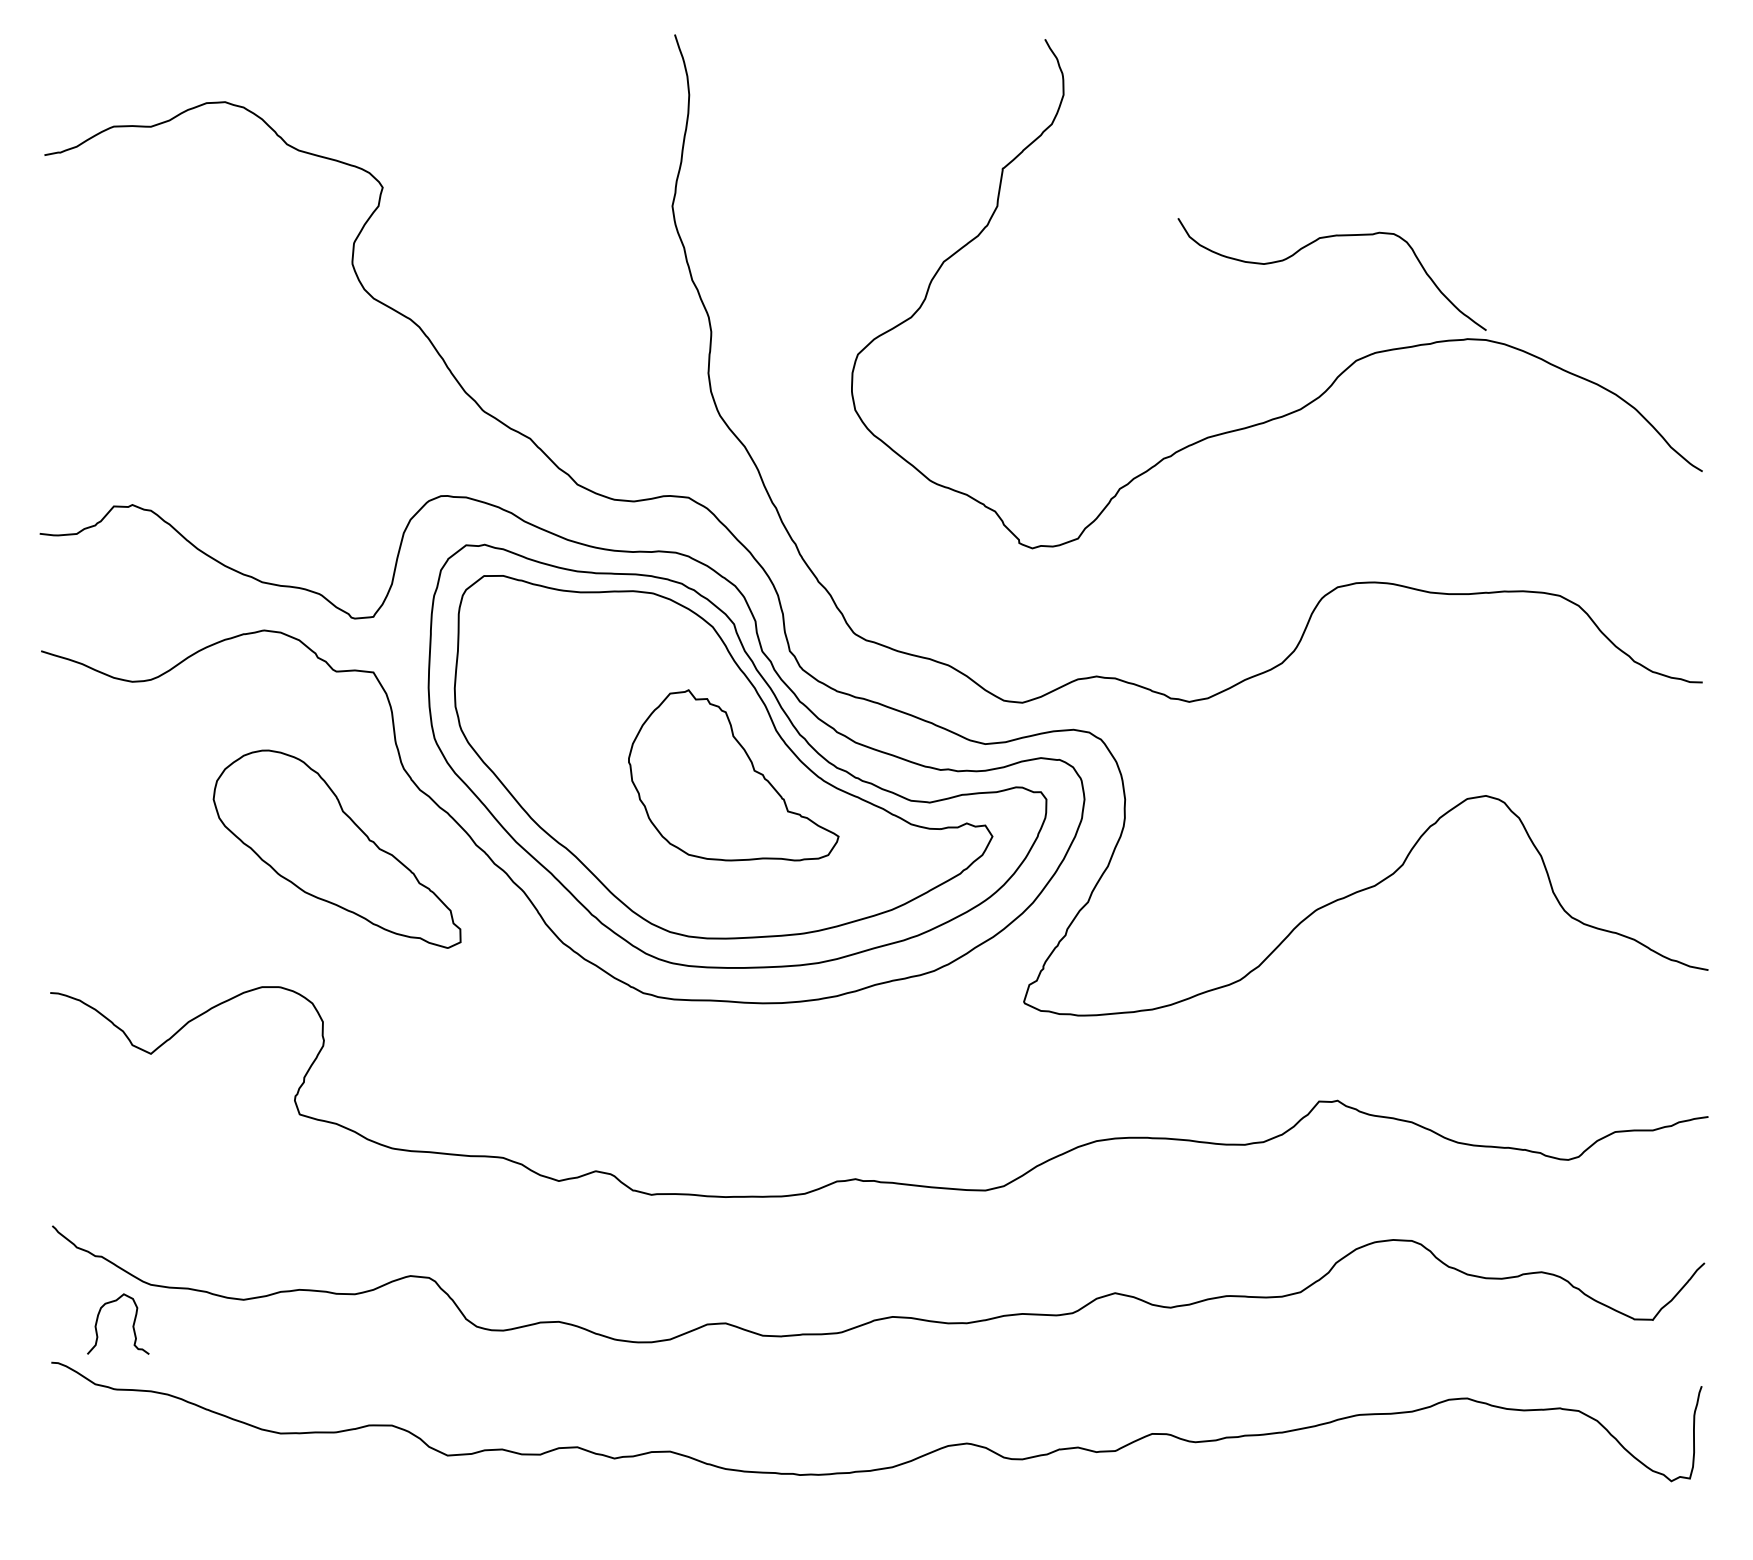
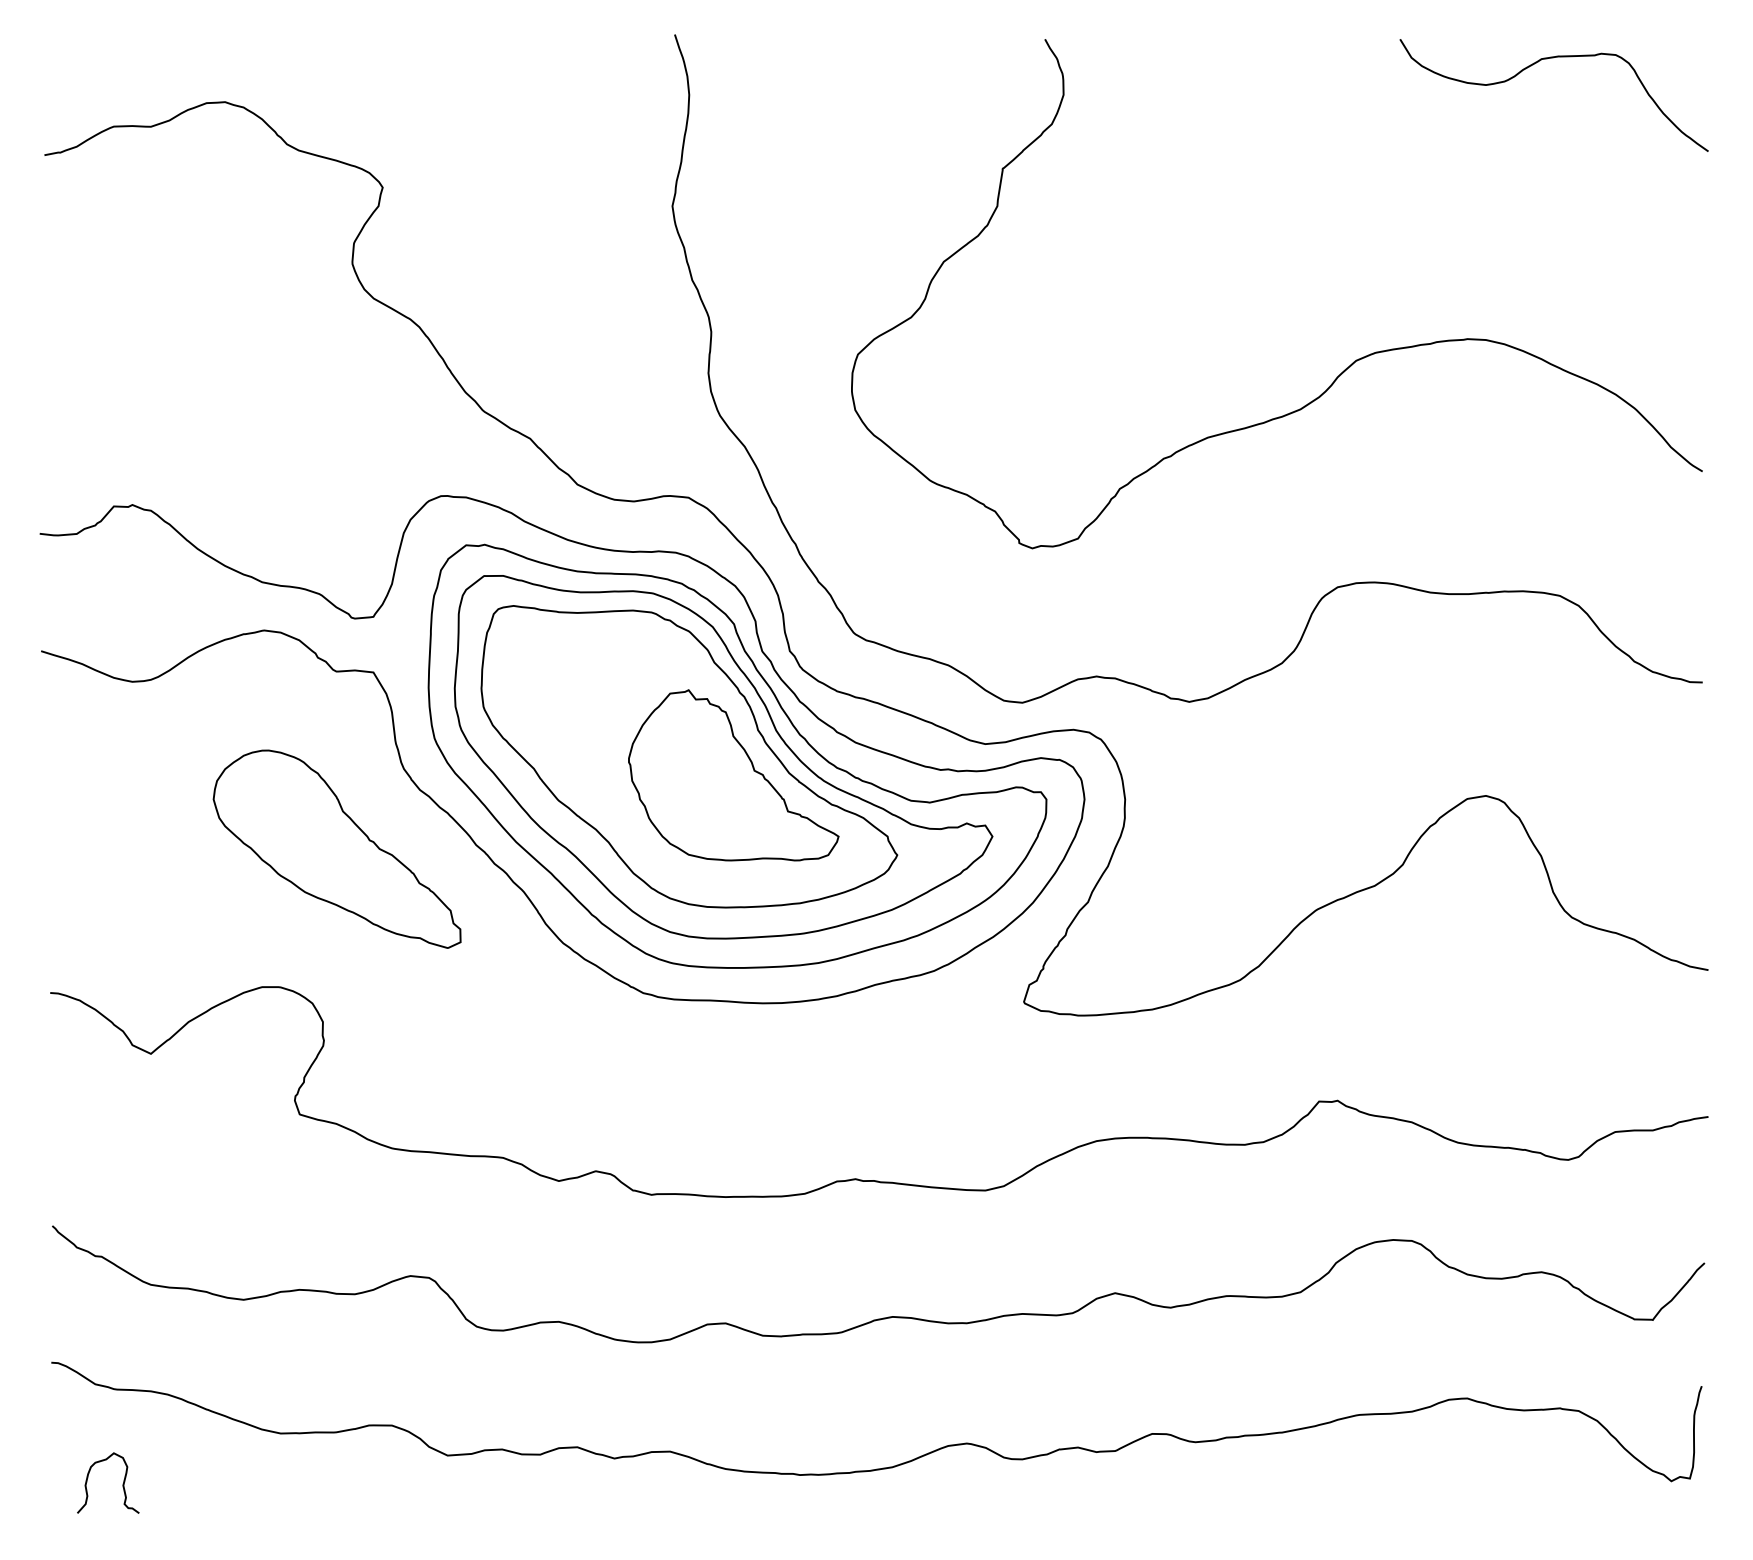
curve at (1311, 244) position: (1311, 244) -> (1533, 65)
part at (689, 756): none -> present
curve at (132, 1324) position: (132, 1324) -> (122, 1483)
